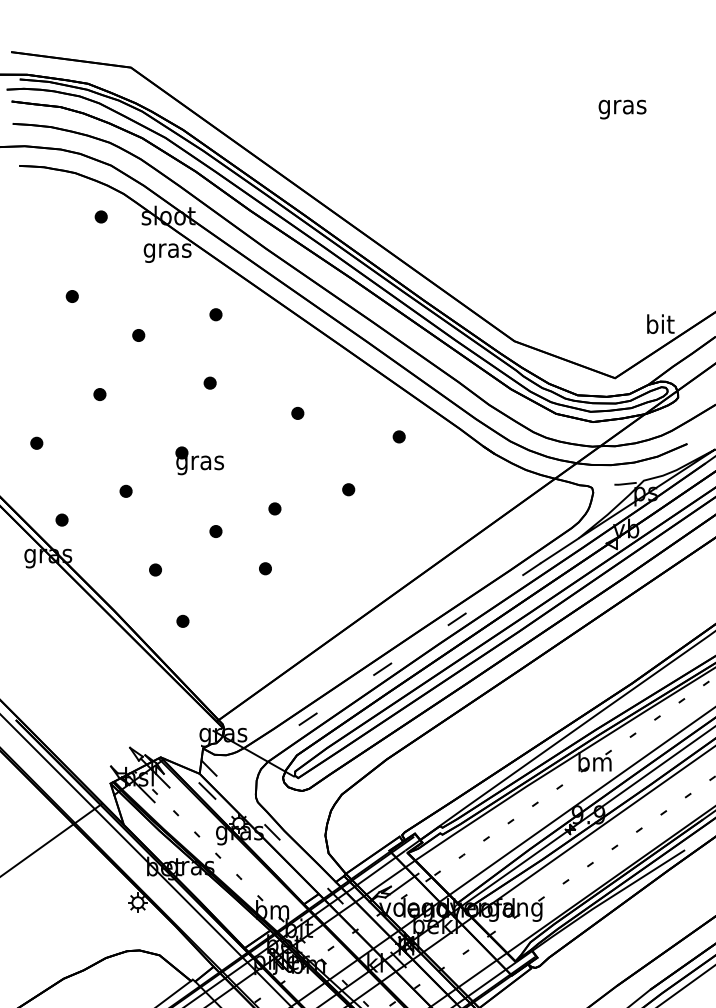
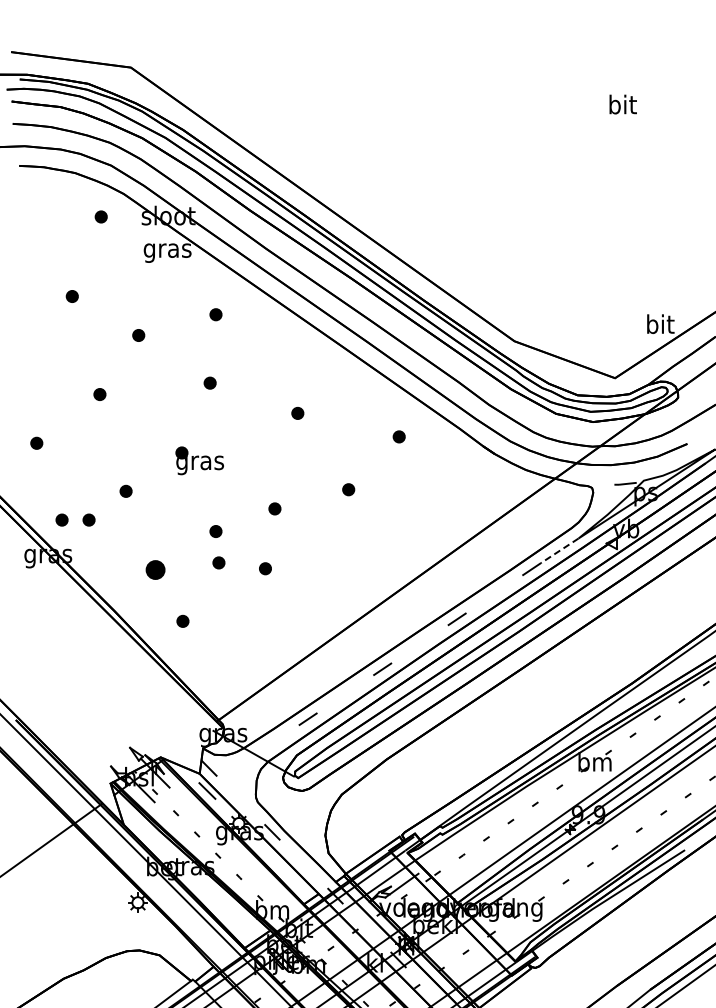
text at (622, 106): gras -> bit
part at (88, 519): none -> present
line at (559, 551): solid -> dashed
part at (218, 562): none -> present
part at (155, 569) size: 13x14 px -> 21x20 px
